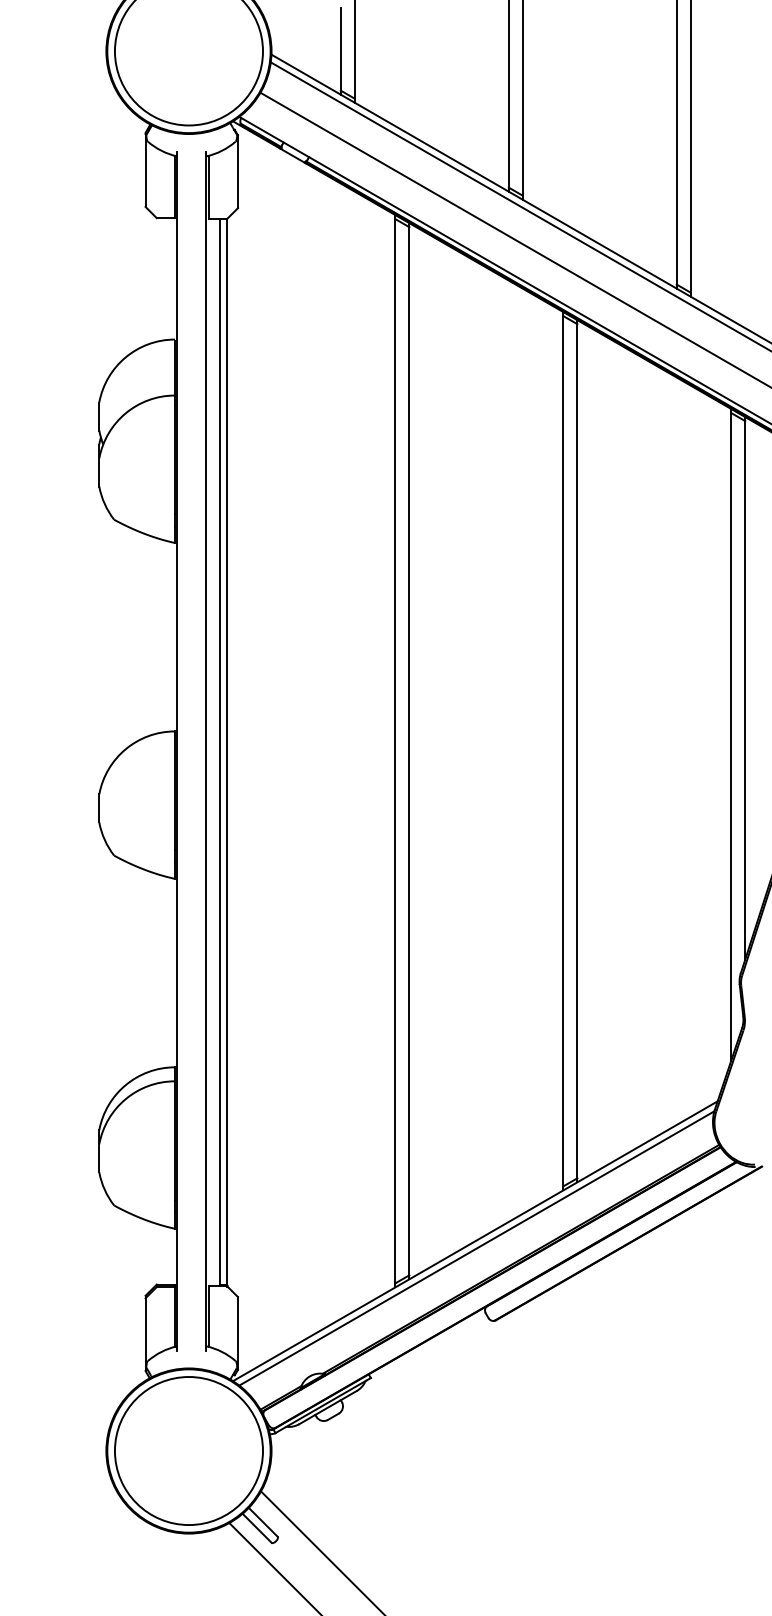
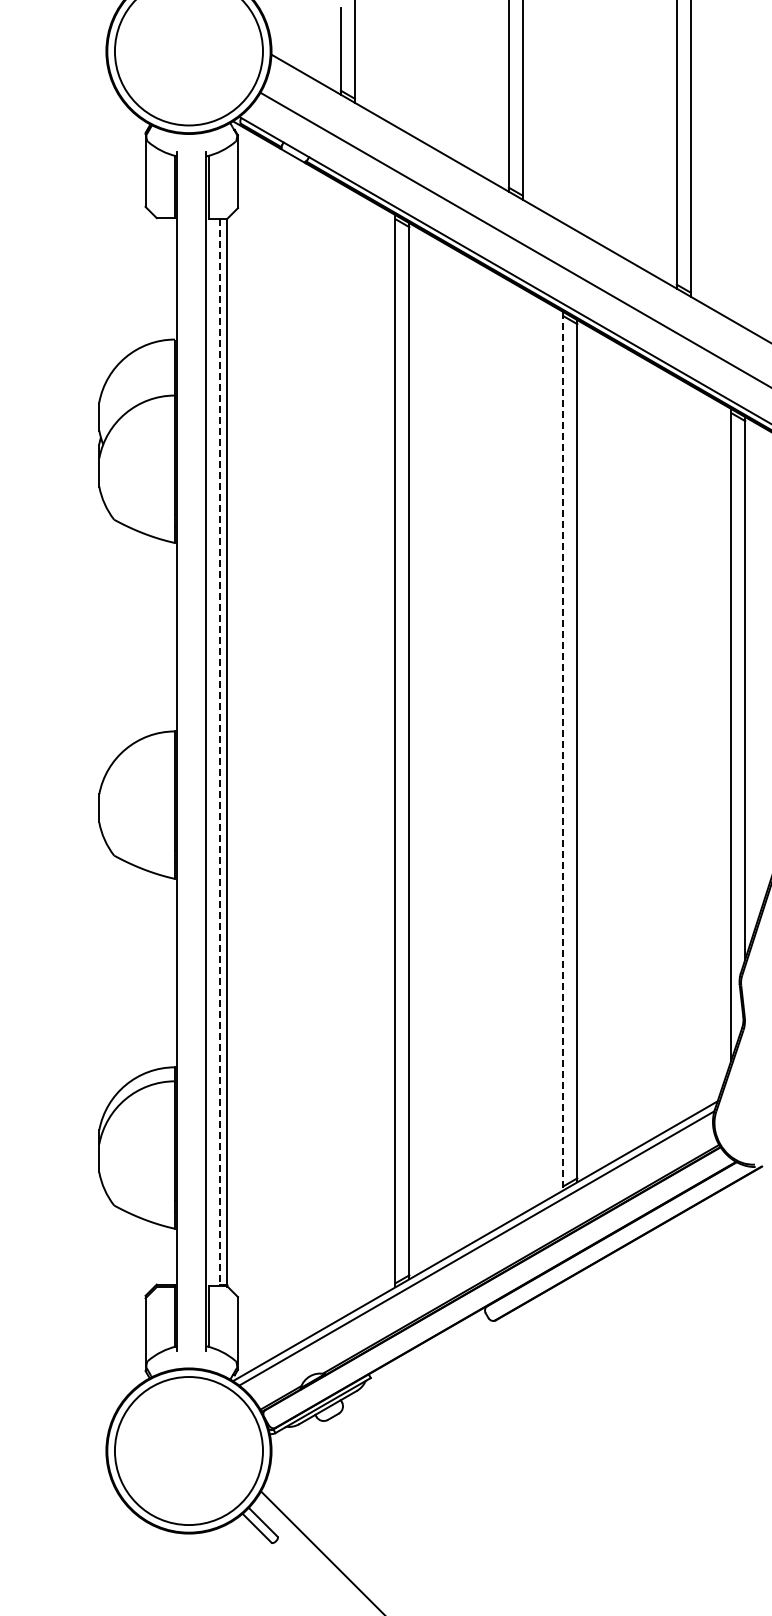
line at (519, 205): present -> none
line at (563, 751): solid -> dashed
line at (220, 753): solid -> dashed
line at (273, 1567): present -> none
